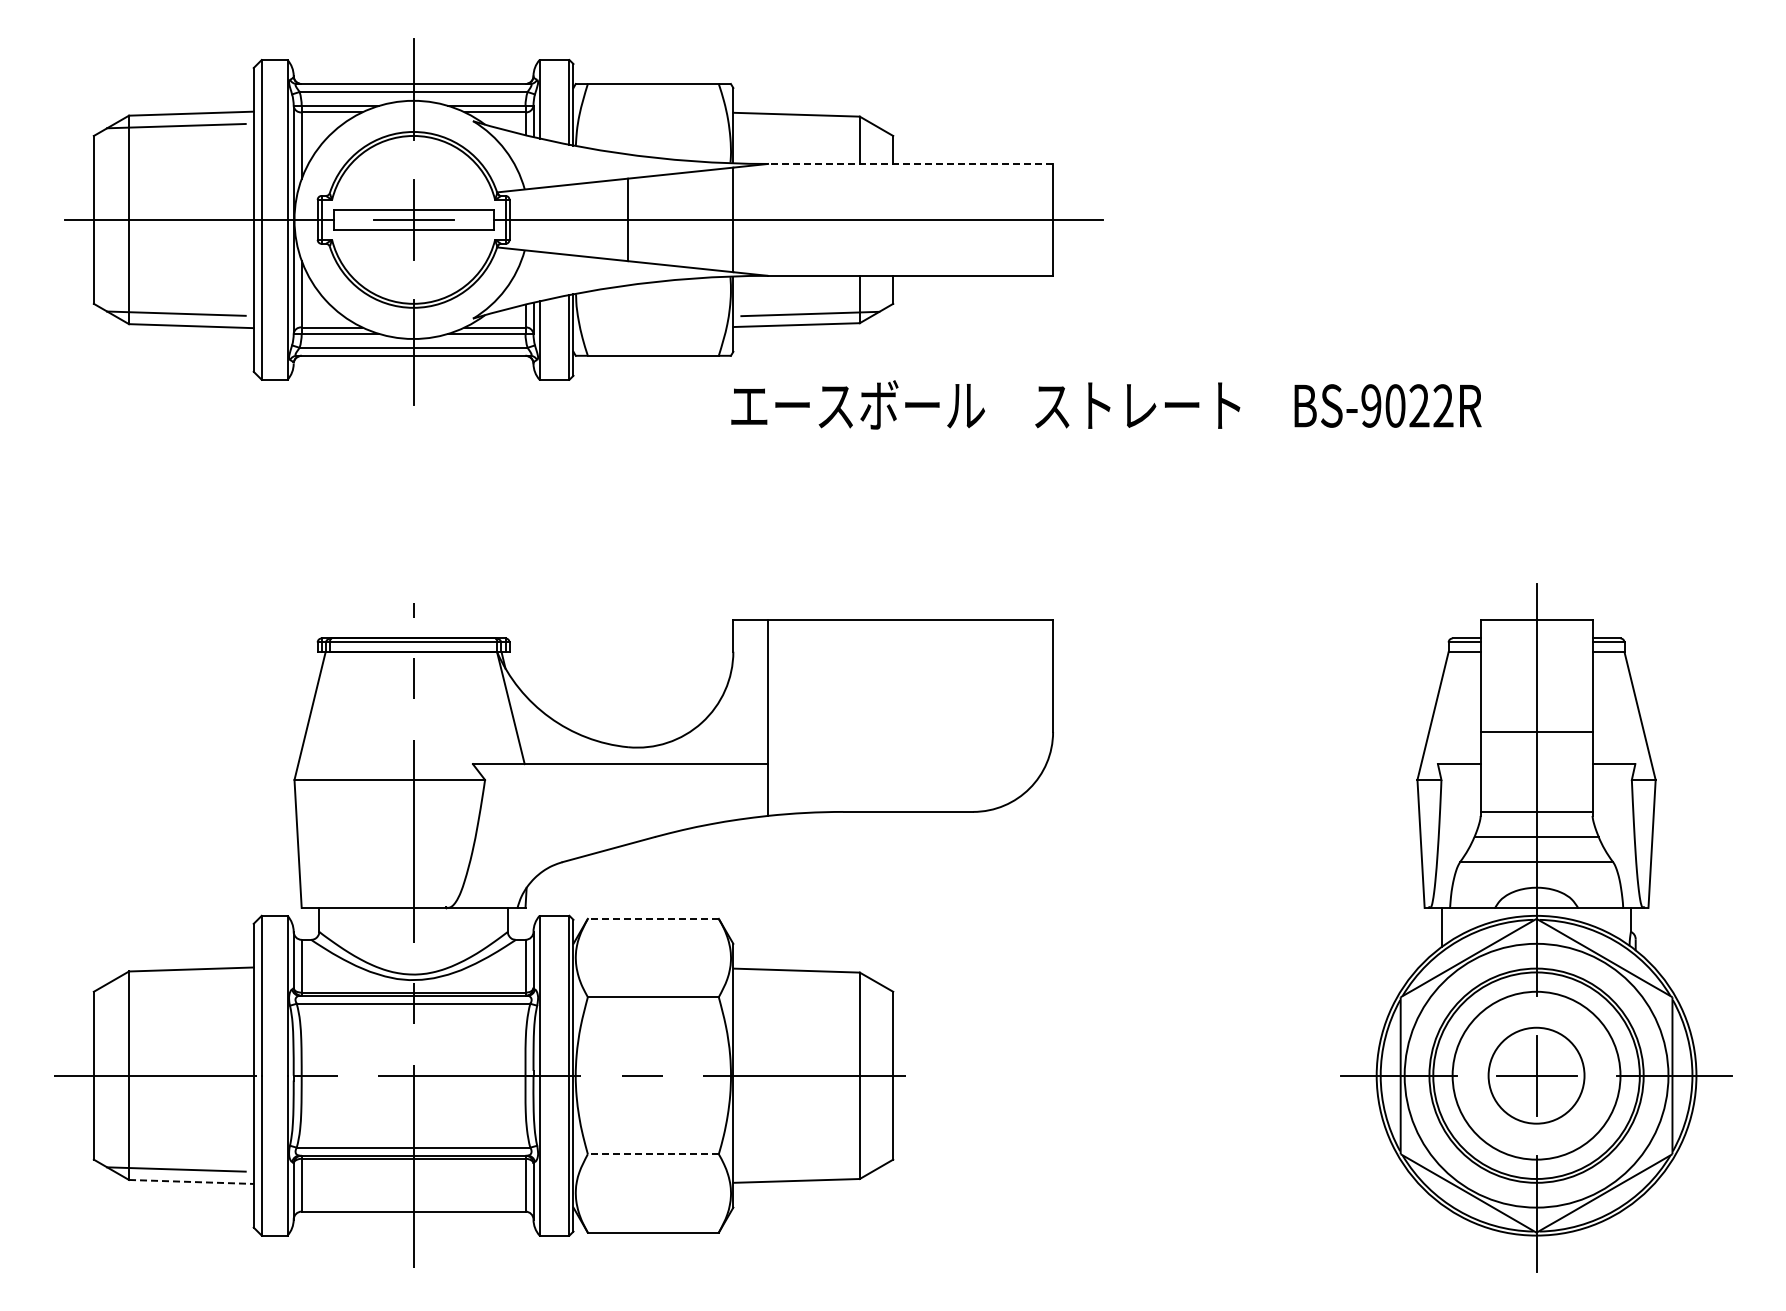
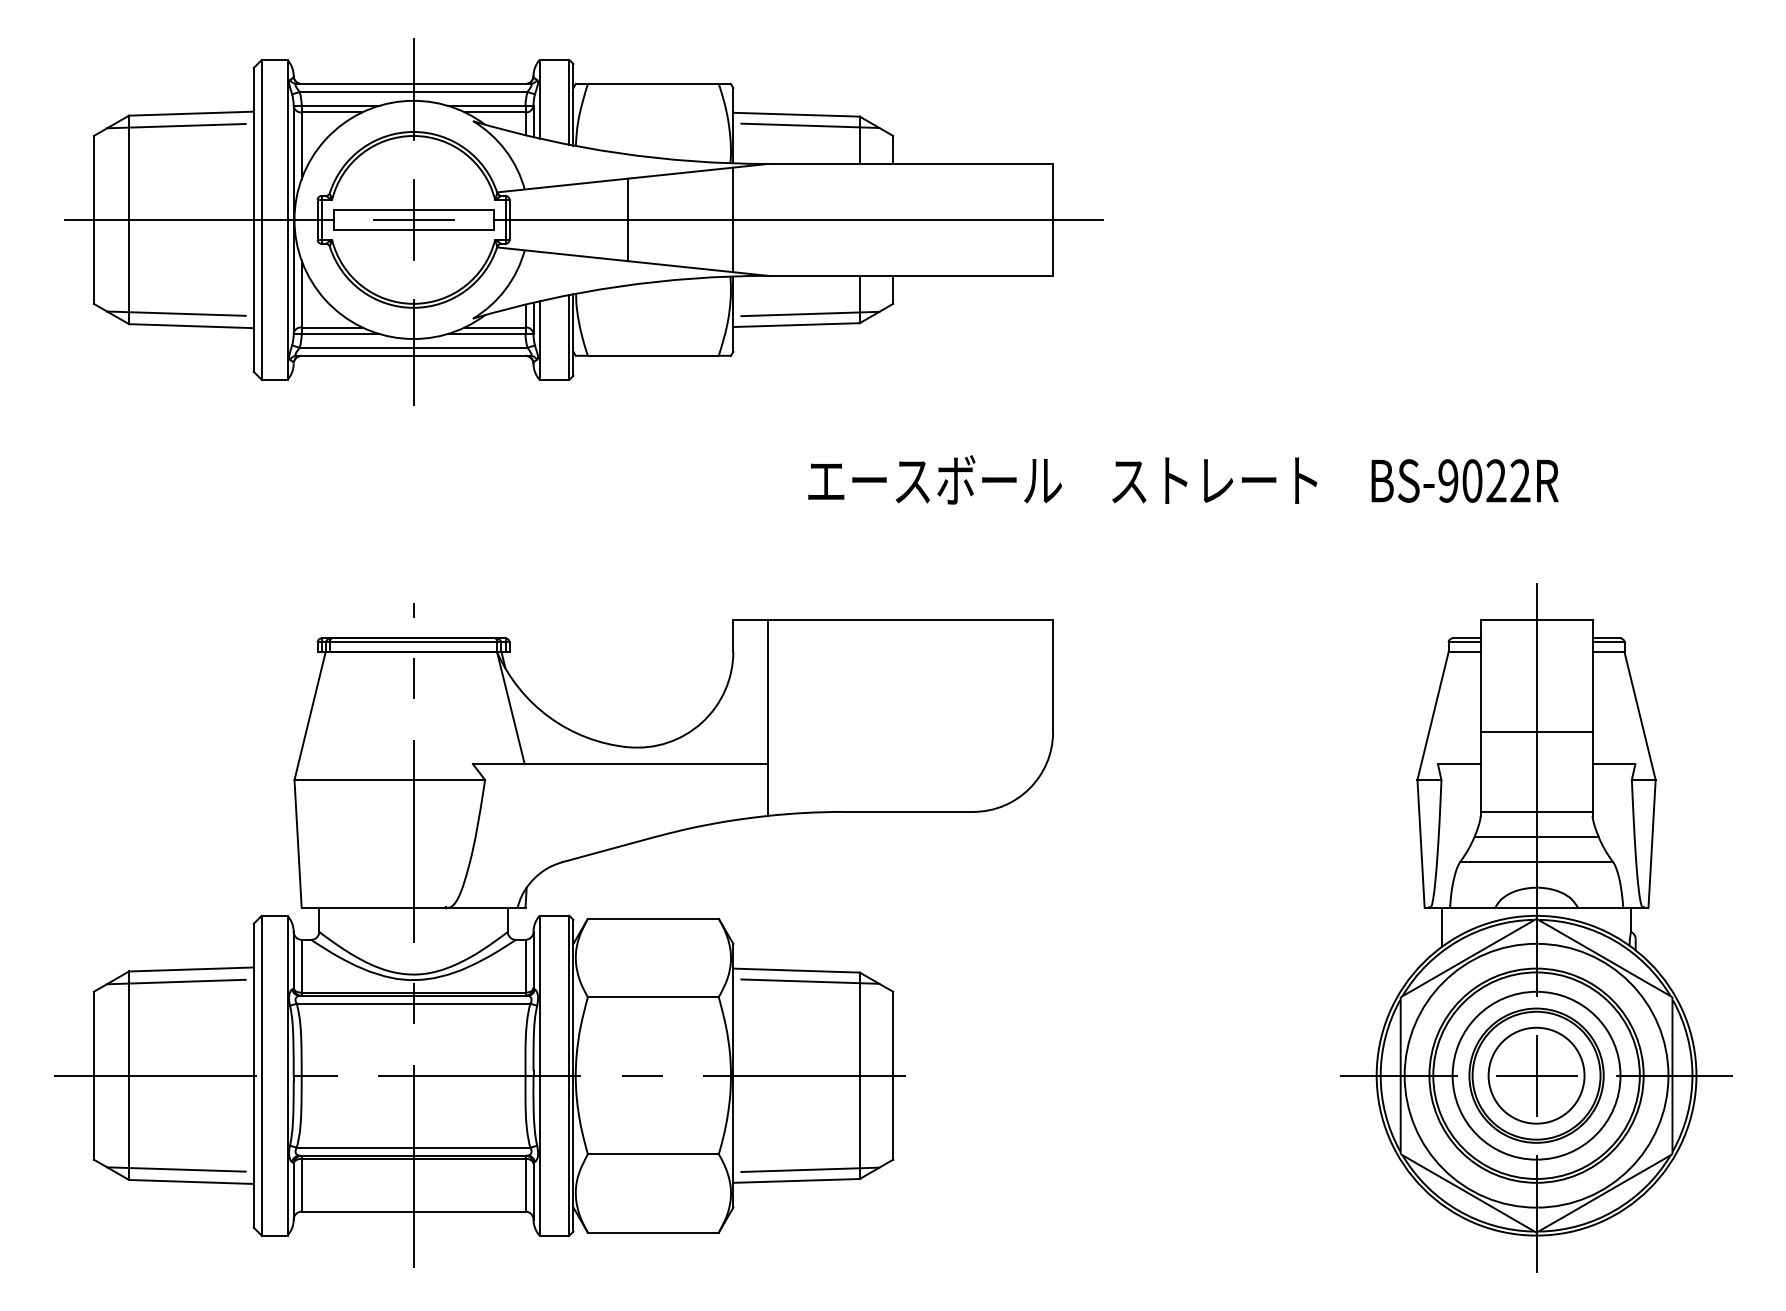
line at (810, 125): none -> present
line at (910, 163): dashed -> solid
text at (1106, 404) position: (1106, 404) -> (1183, 479)
line at (652, 918): dashed -> solid
line at (175, 981): none -> present
line at (810, 981): none -> present
part at (1536, 1075): none -> present
line at (652, 1154): dashed -> solid
line at (810, 1169): none -> present
line at (191, 1181): dashed -> solid
